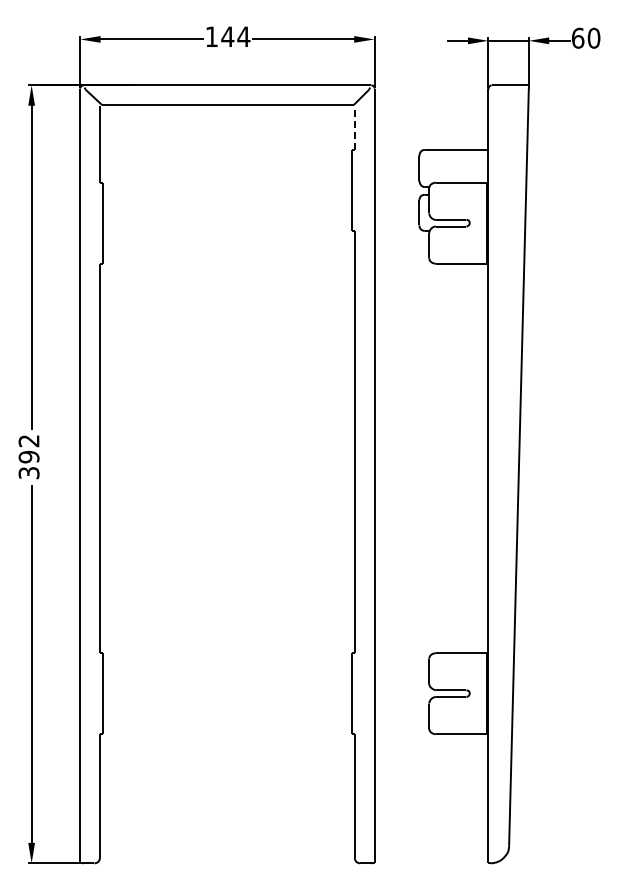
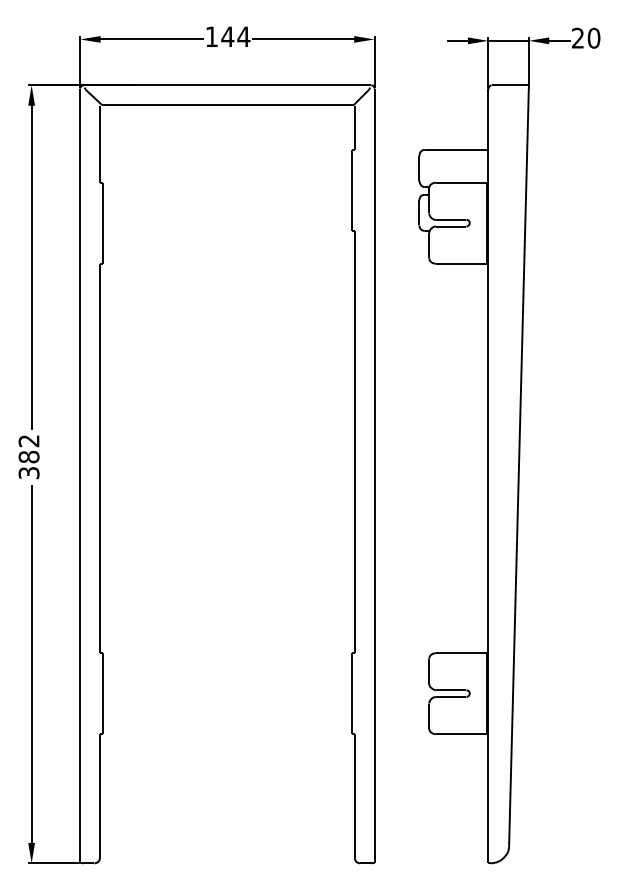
text at (578, 37): 60 -> 20
line at (354, 128): dashed -> solid
text at (28, 456): 392 -> 382
